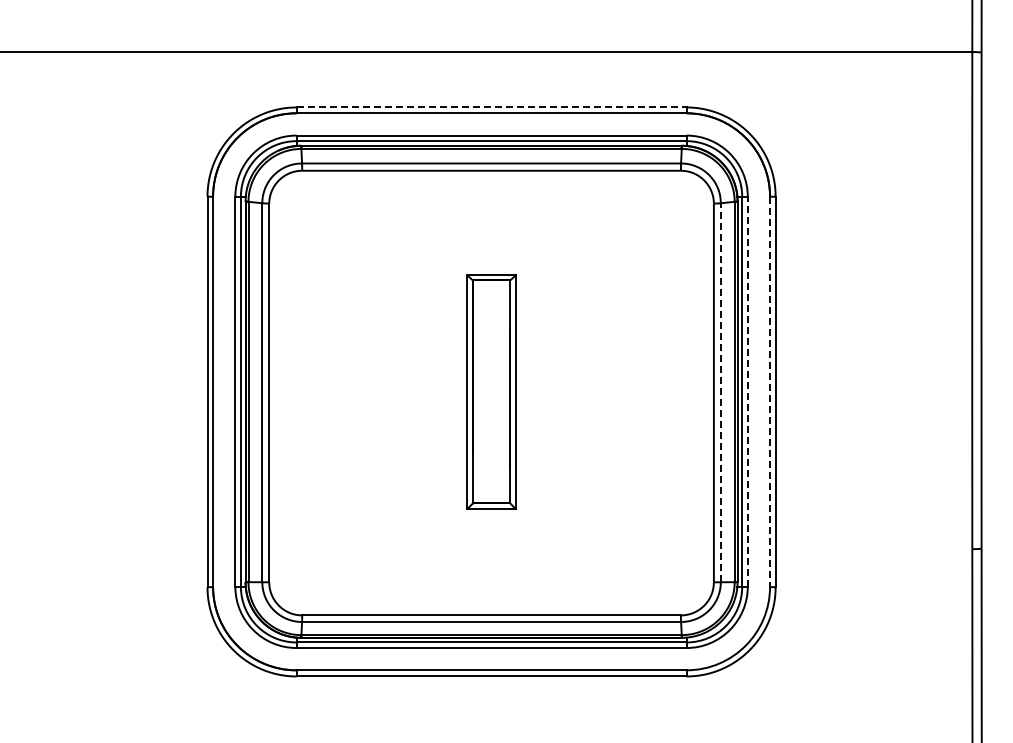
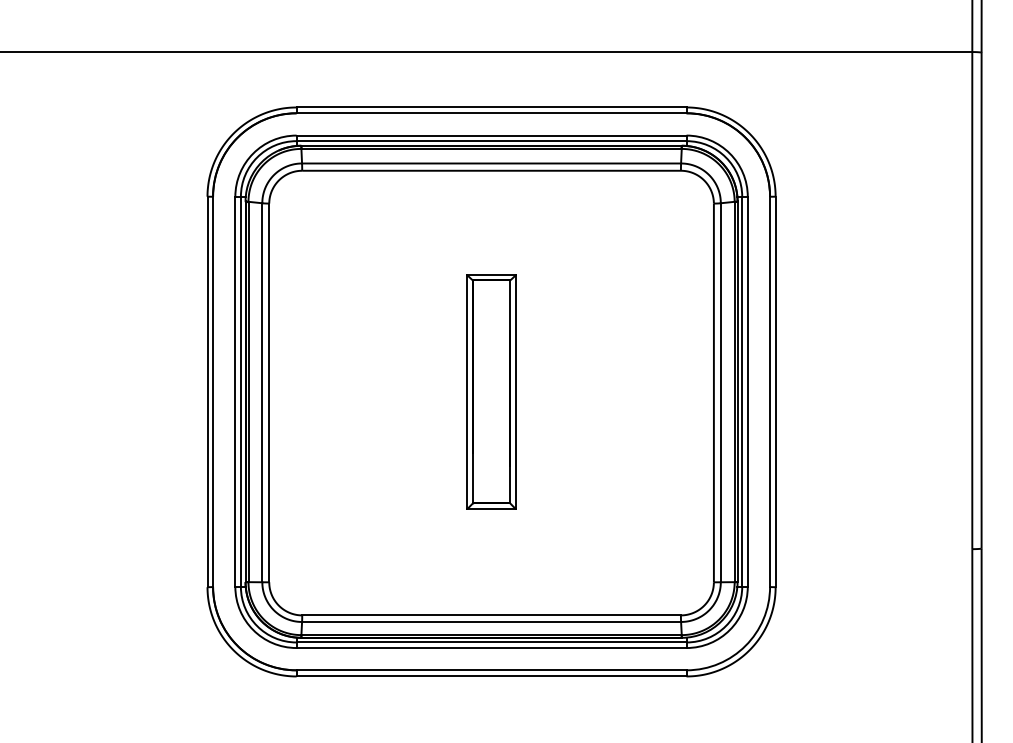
line at (491, 107): dashed -> solid
line at (747, 391): dashed -> solid
line at (770, 391): dashed -> solid
line at (720, 392): dashed -> solid
